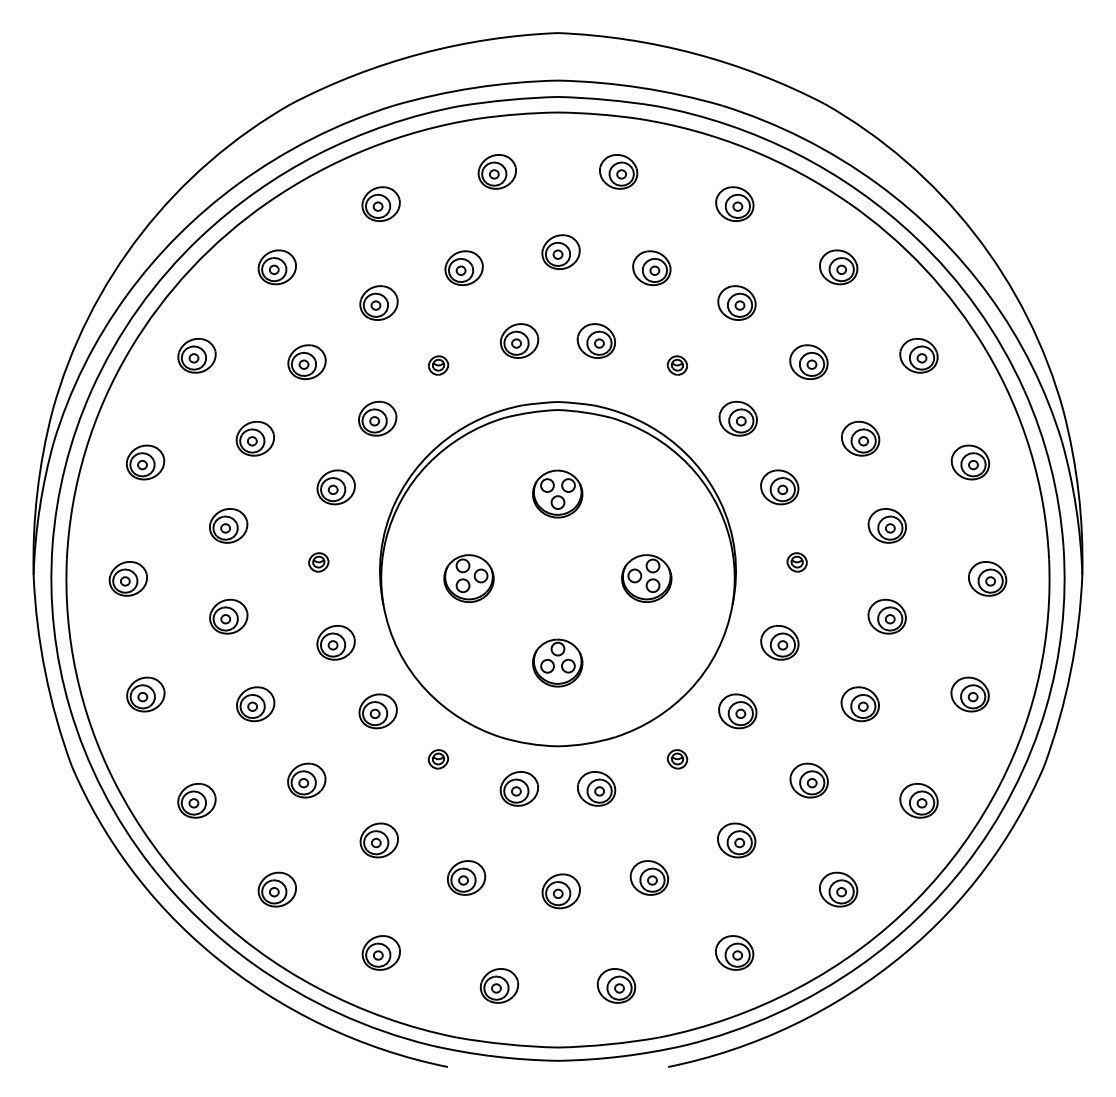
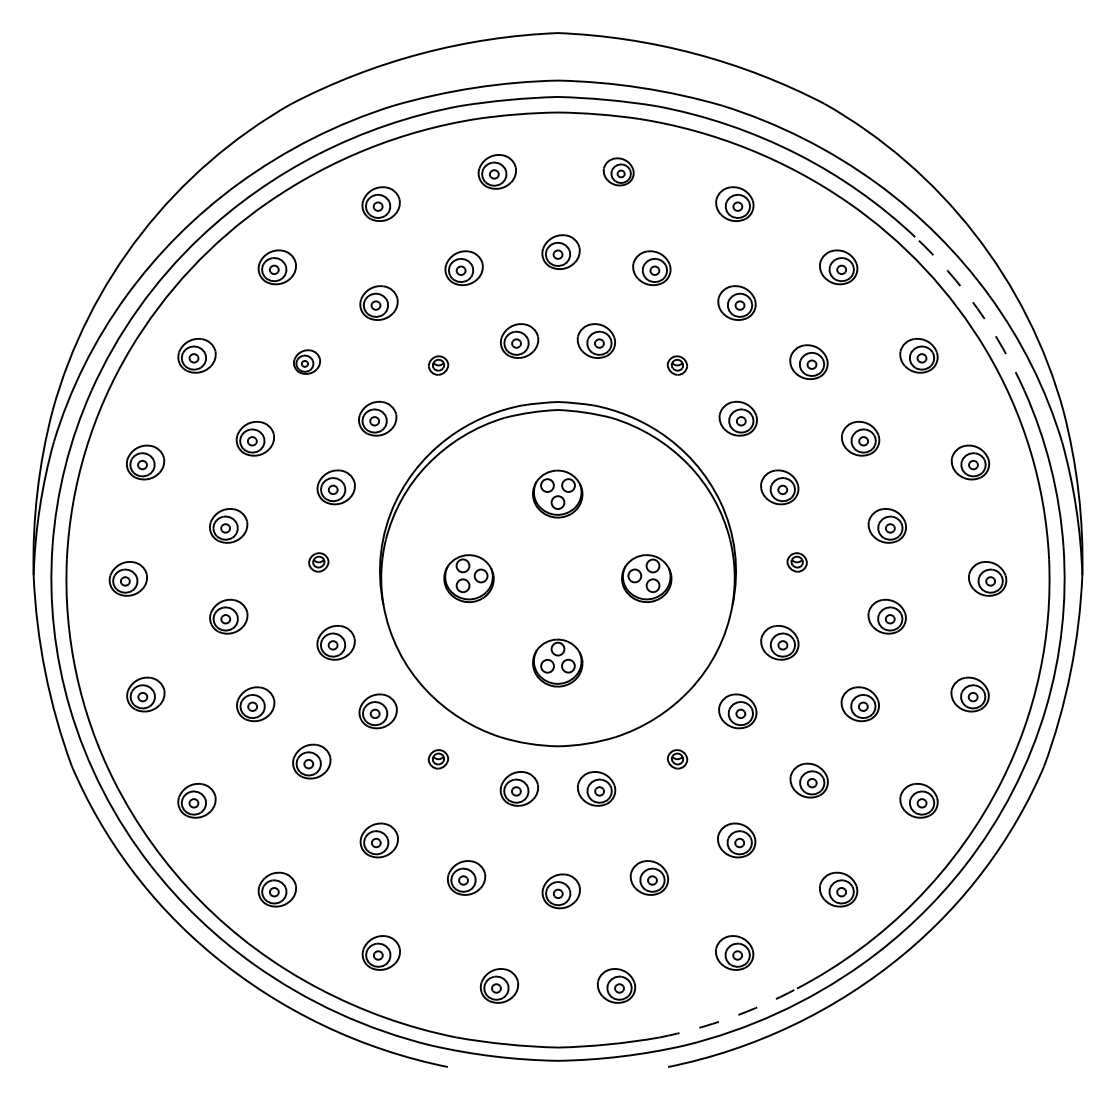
part at (618, 171) size: 40x36 px -> 33x30 px
arc at (977, 308): solid -> dashed
part at (306, 361) size: 40x36 px -> 28x26 px
part at (306, 780) position: (306, 780) -> (311, 761)
arc at (730, 1018): solid -> dashed
